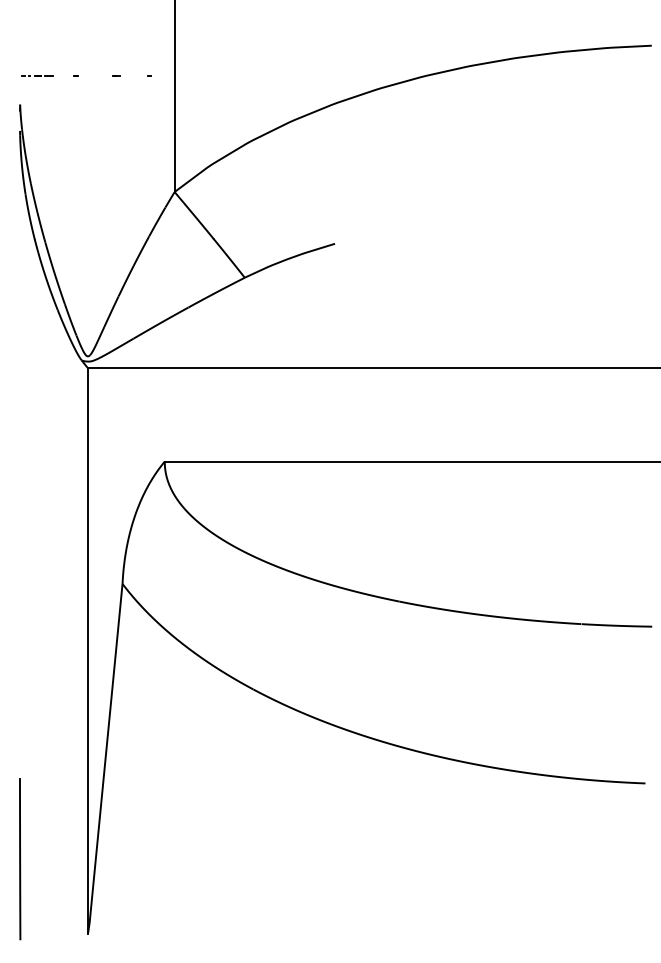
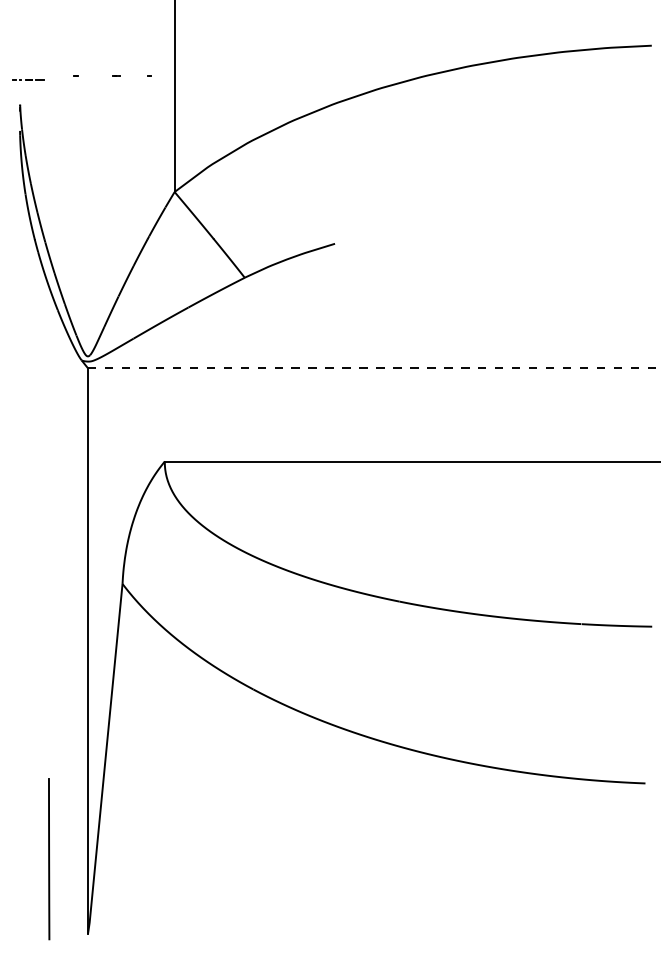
line at (37, 75) position: (37, 75) -> (28, 79)
line at (374, 368): solid -> dashed
line at (20, 859) position: (20, 859) -> (49, 859)
